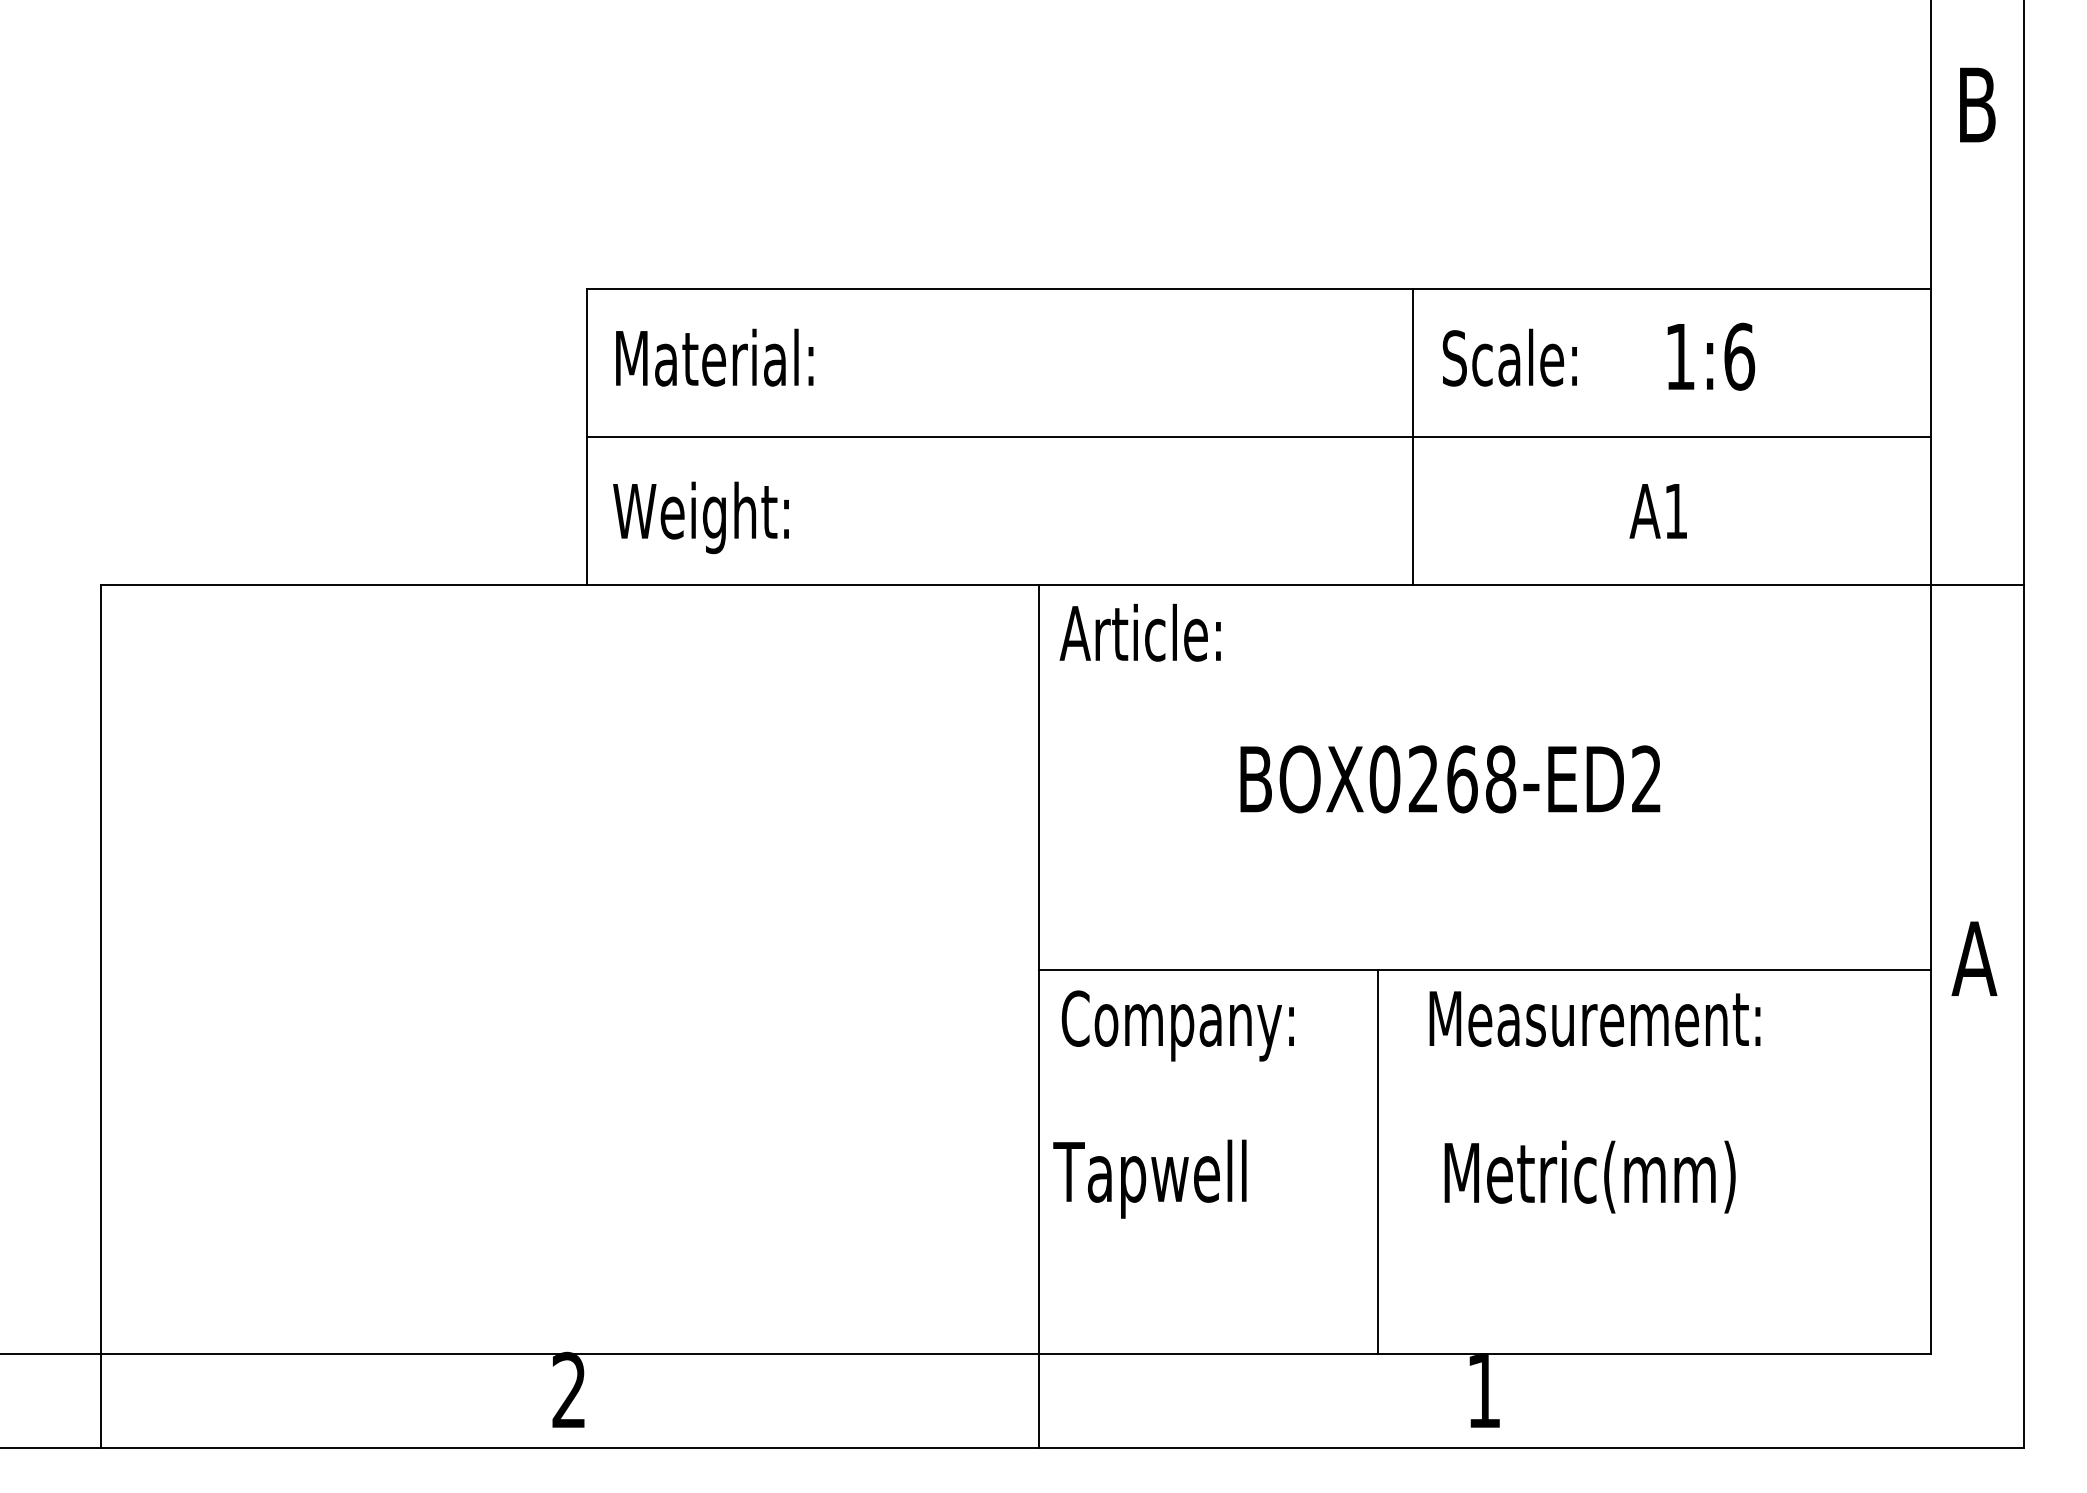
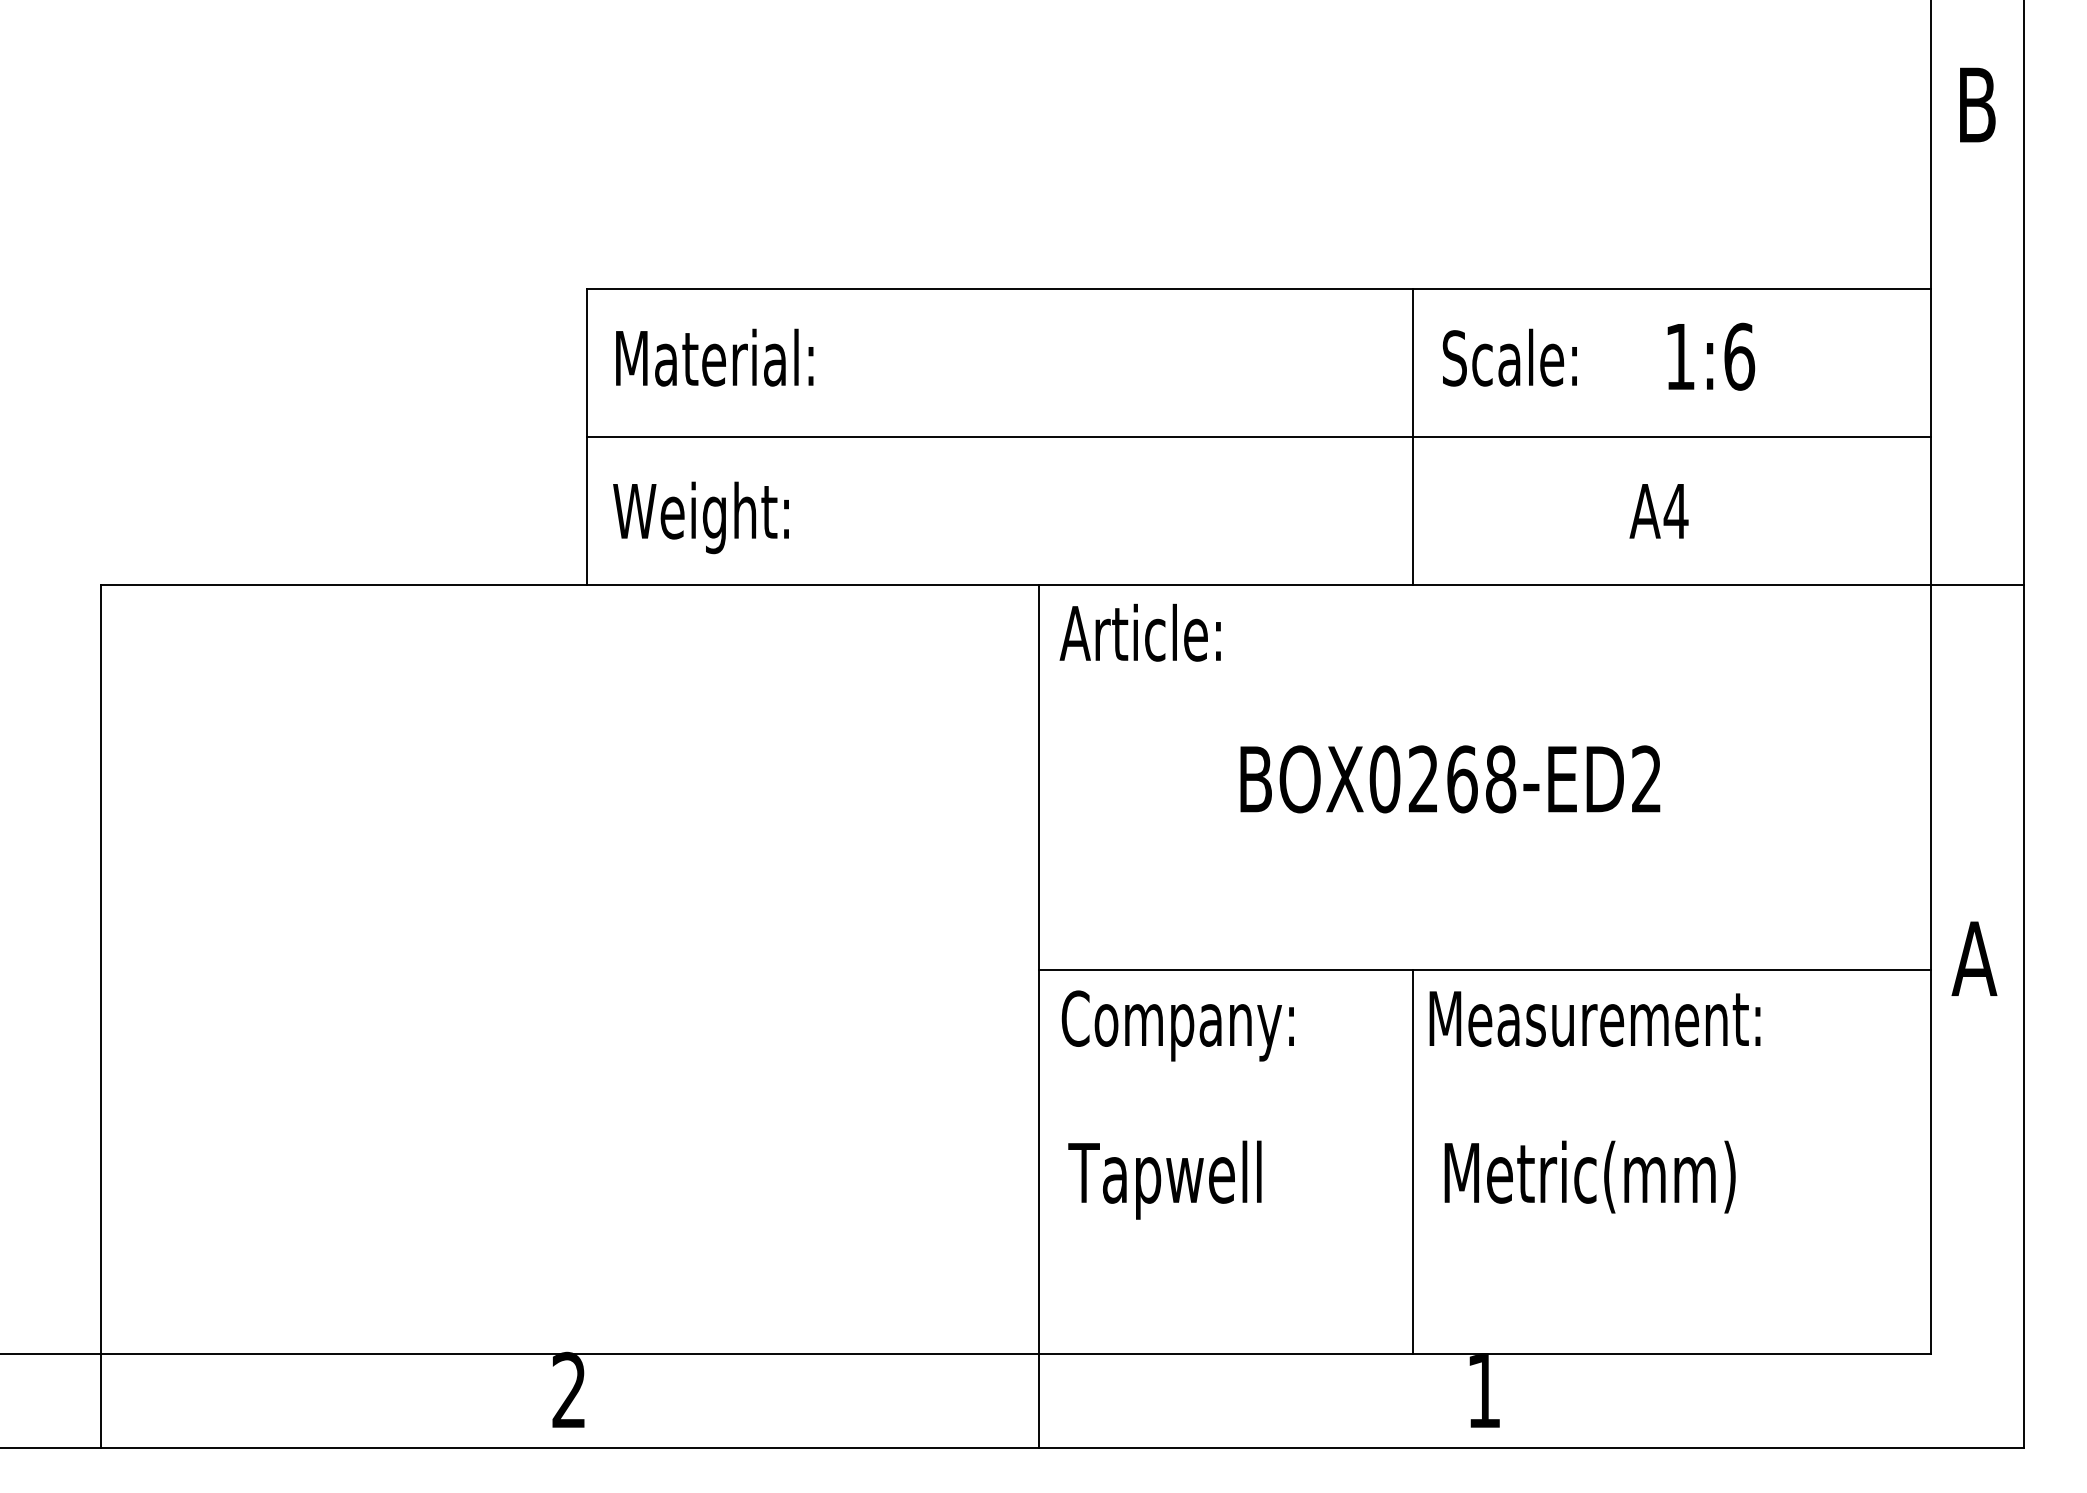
text at (1675, 511): A1 -> A4
line at (1378, 1161) position: (1378, 1161) -> (1413, 1161)
text at (1149, 1178) position: (1149, 1178) -> (1164, 1179)
